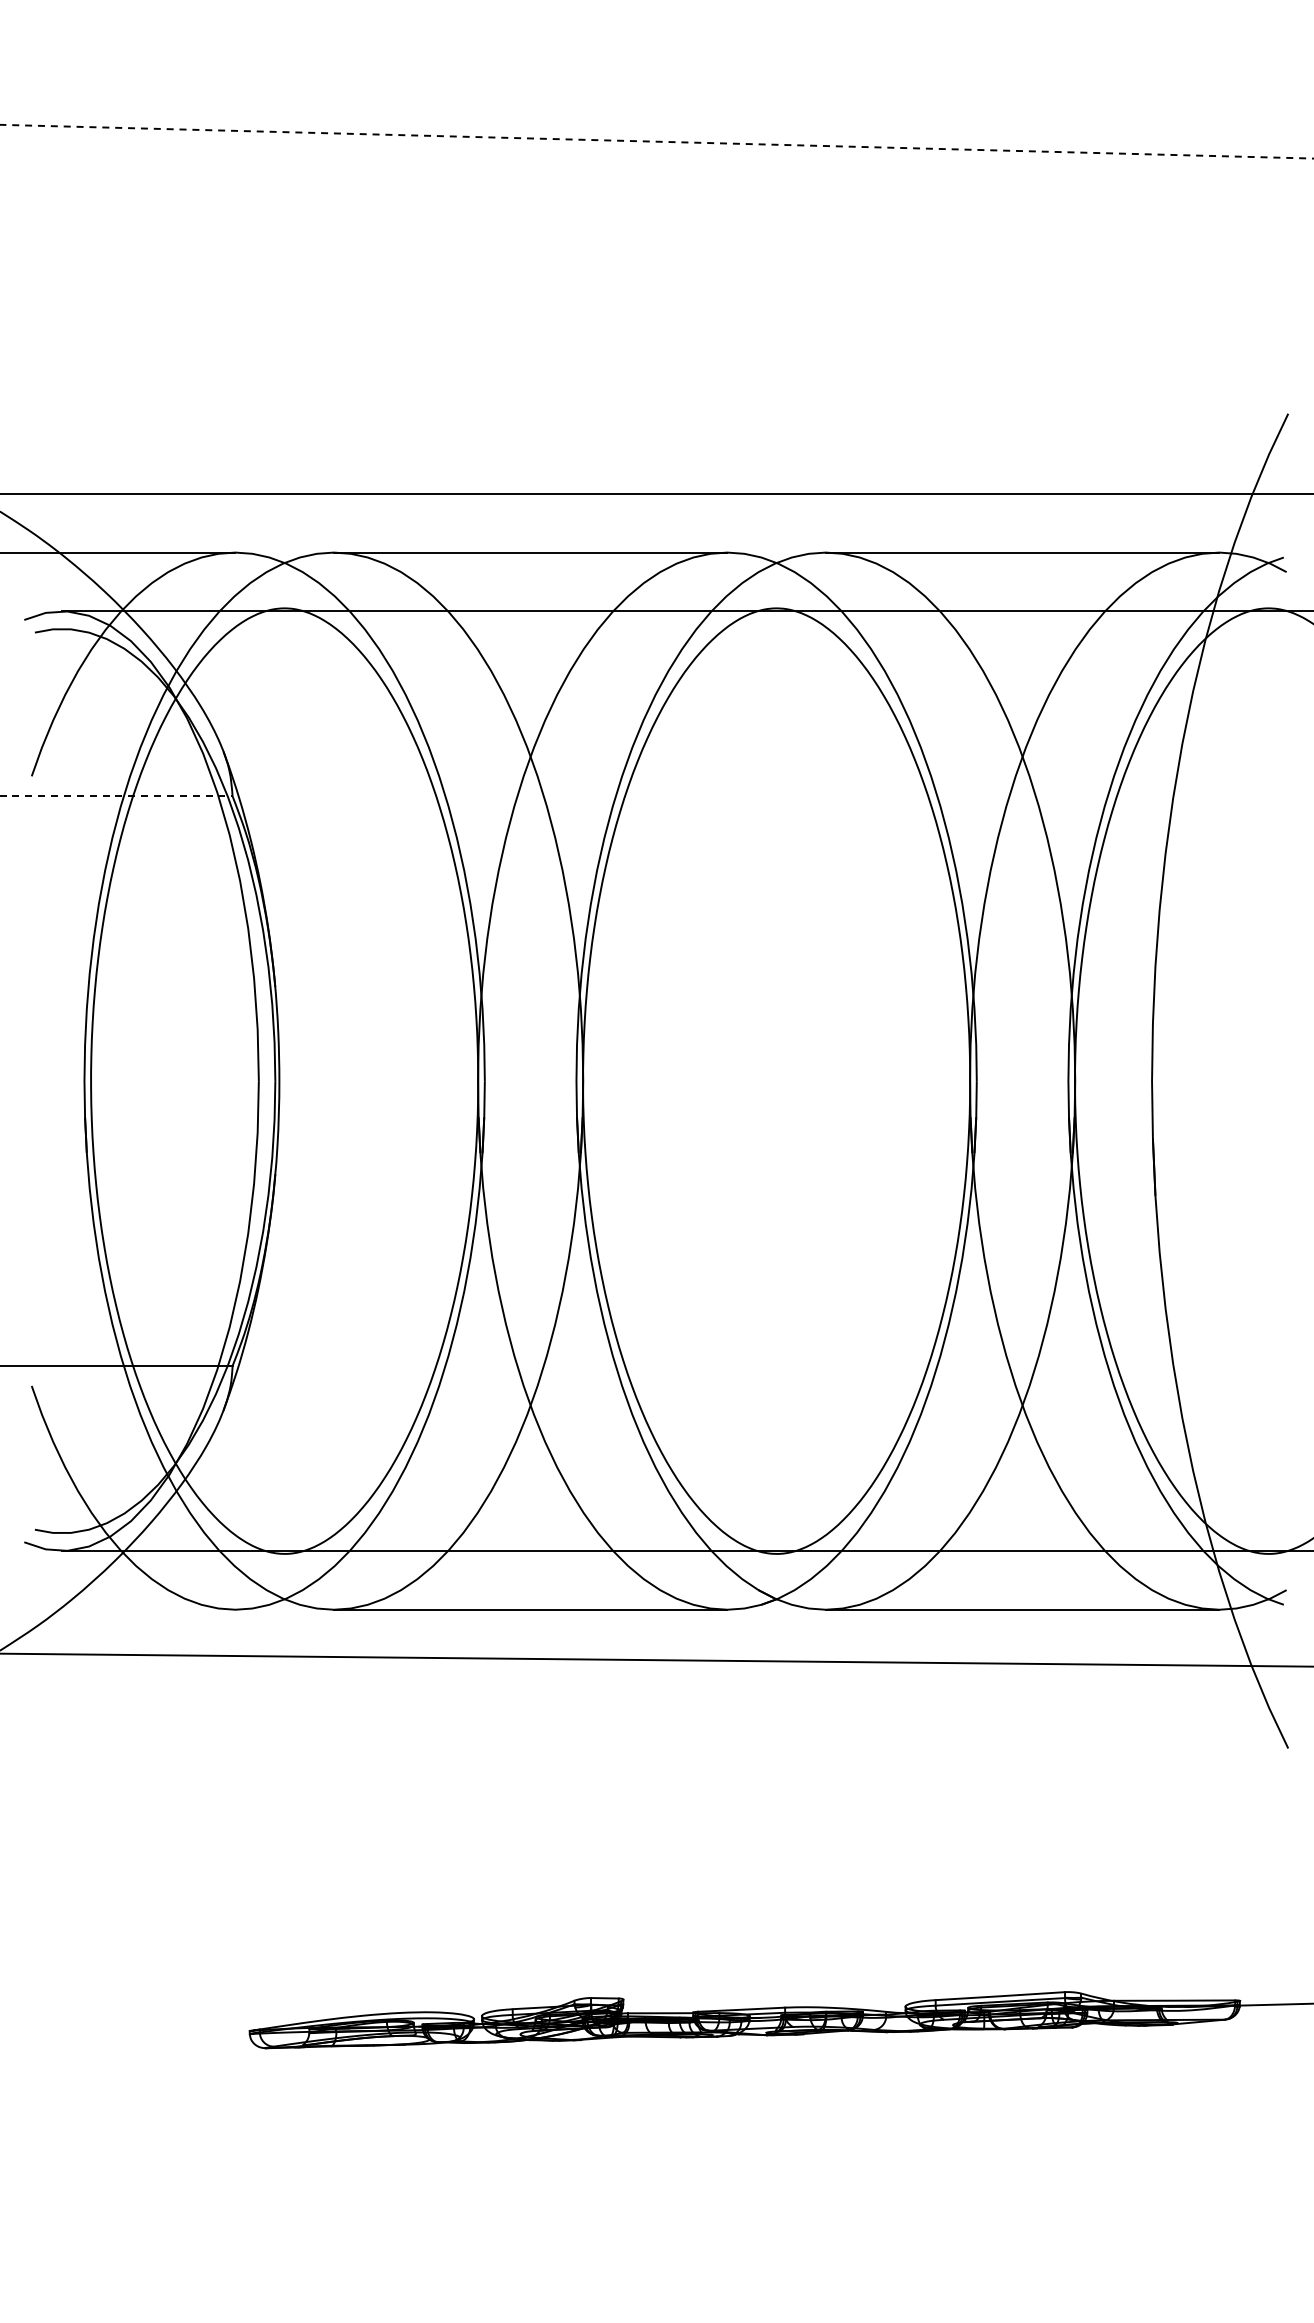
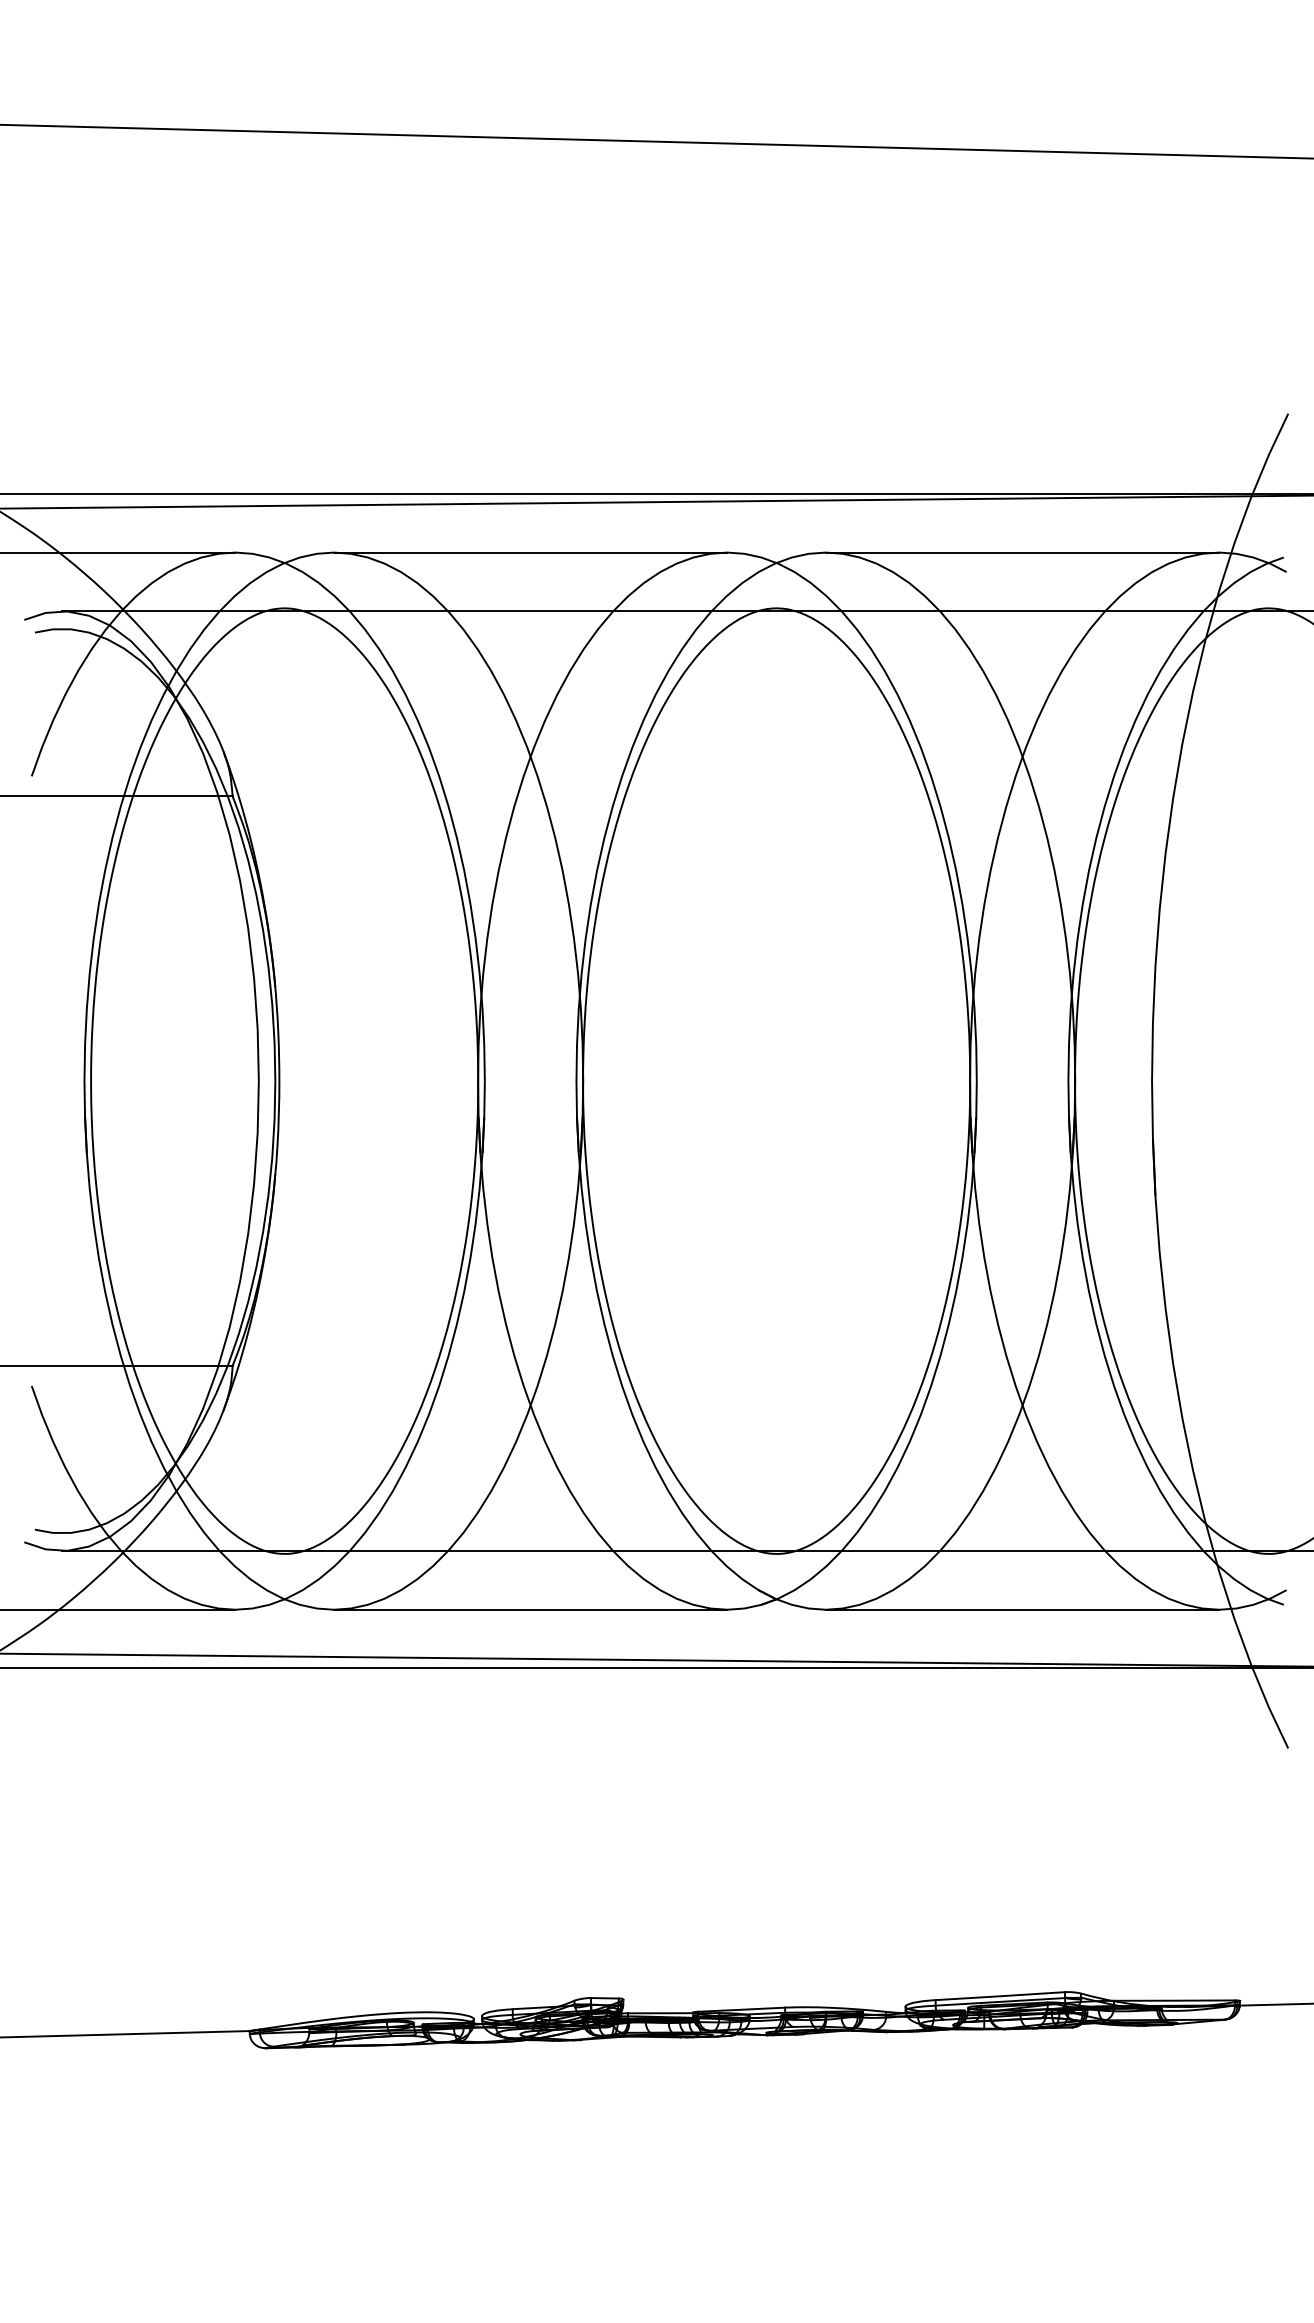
line at (656, 141): dashed -> solid
line at (656, 501): none -> present
line at (116, 796): dashed -> solid
line at (118, 1609): none -> present
line at (656, 1668): none -> present
line at (126, 2034): none -> present
